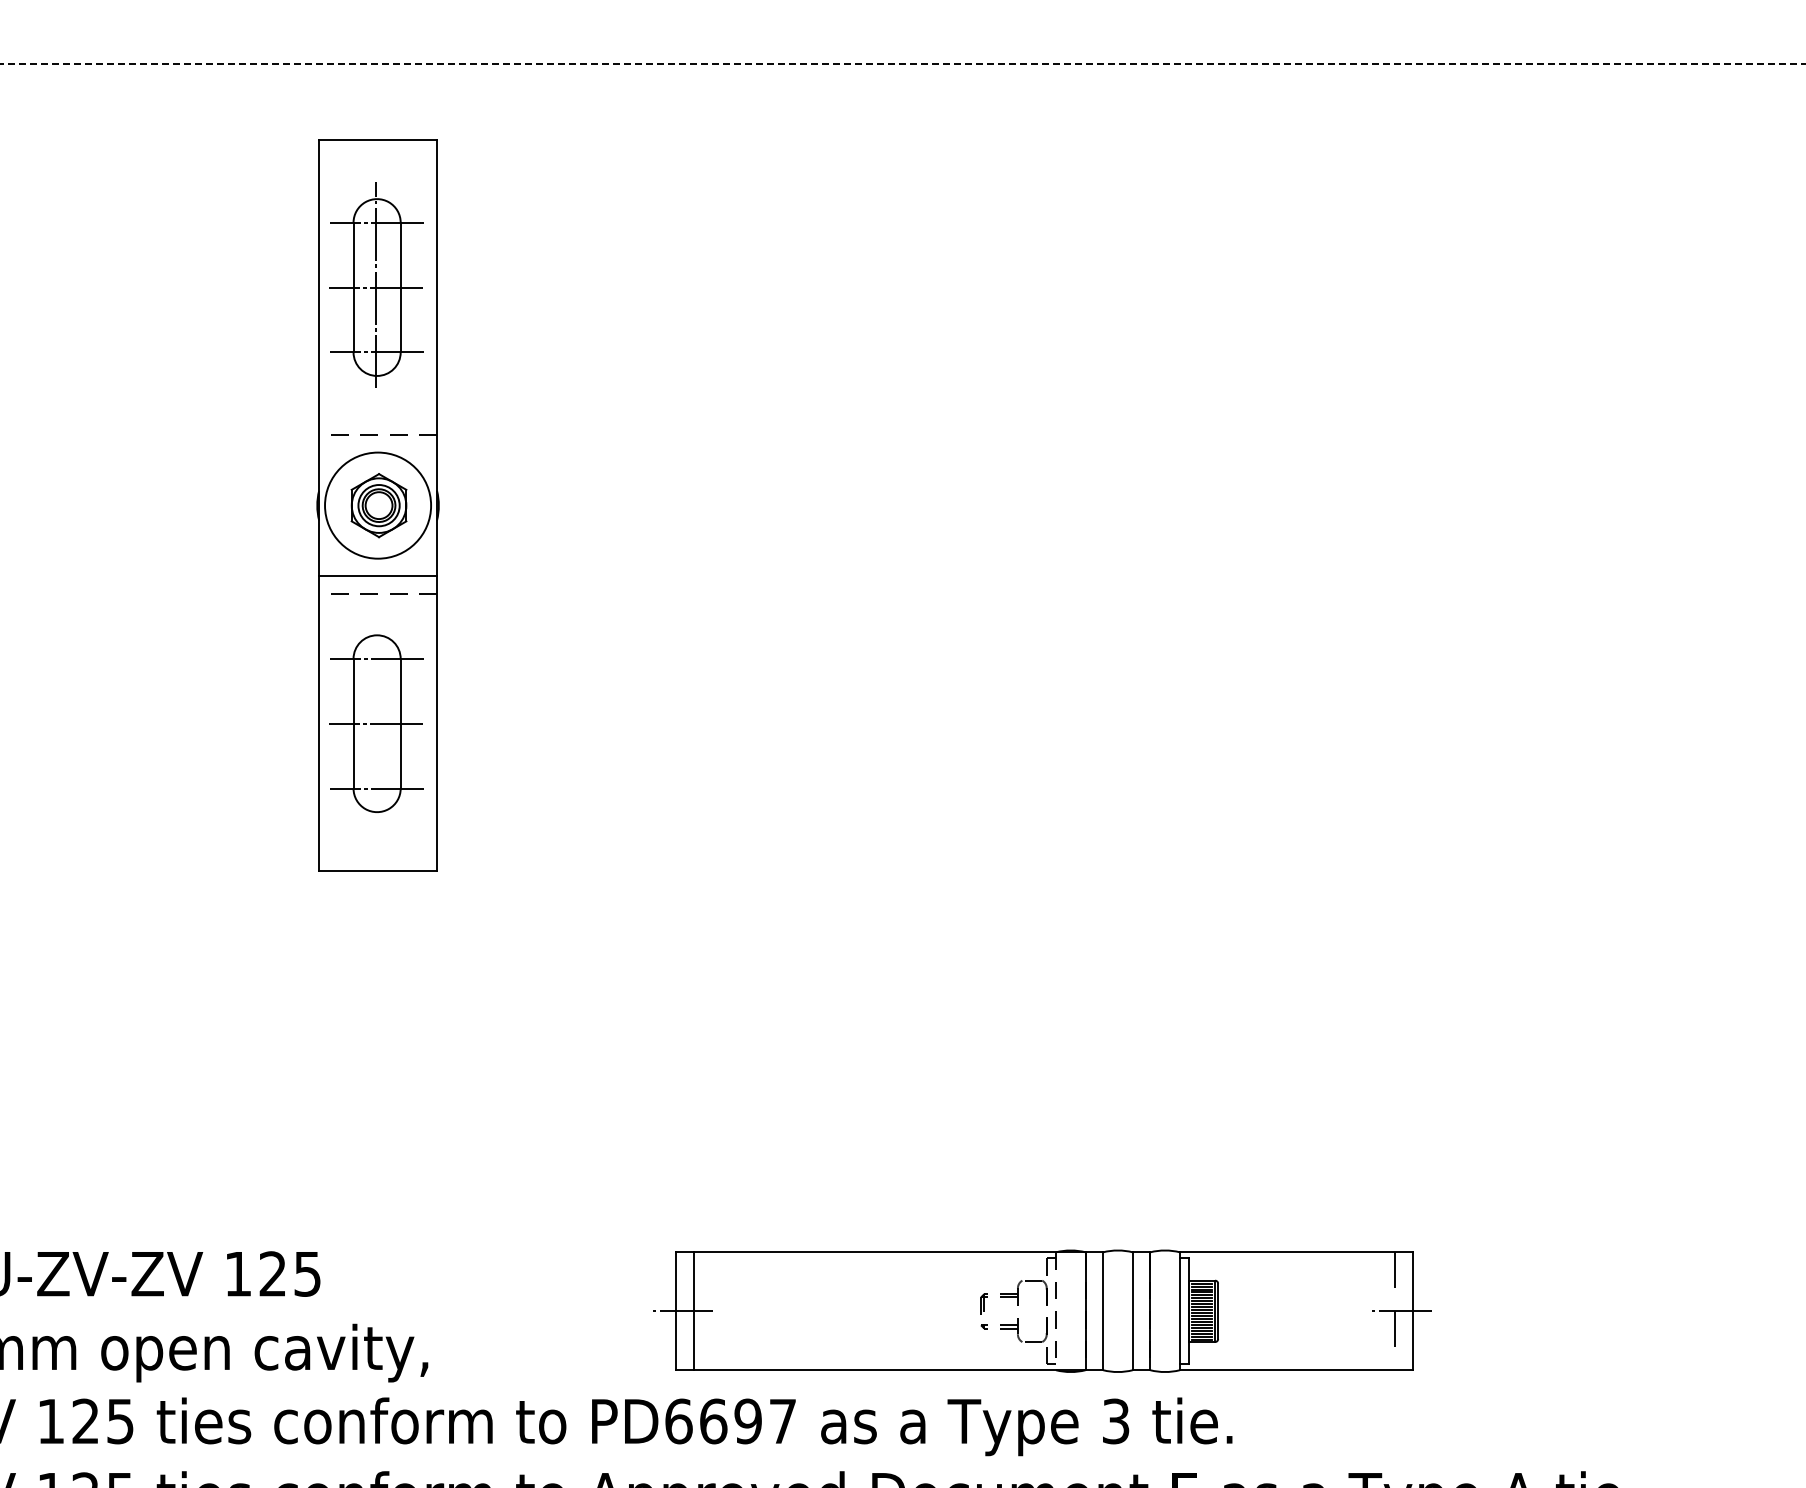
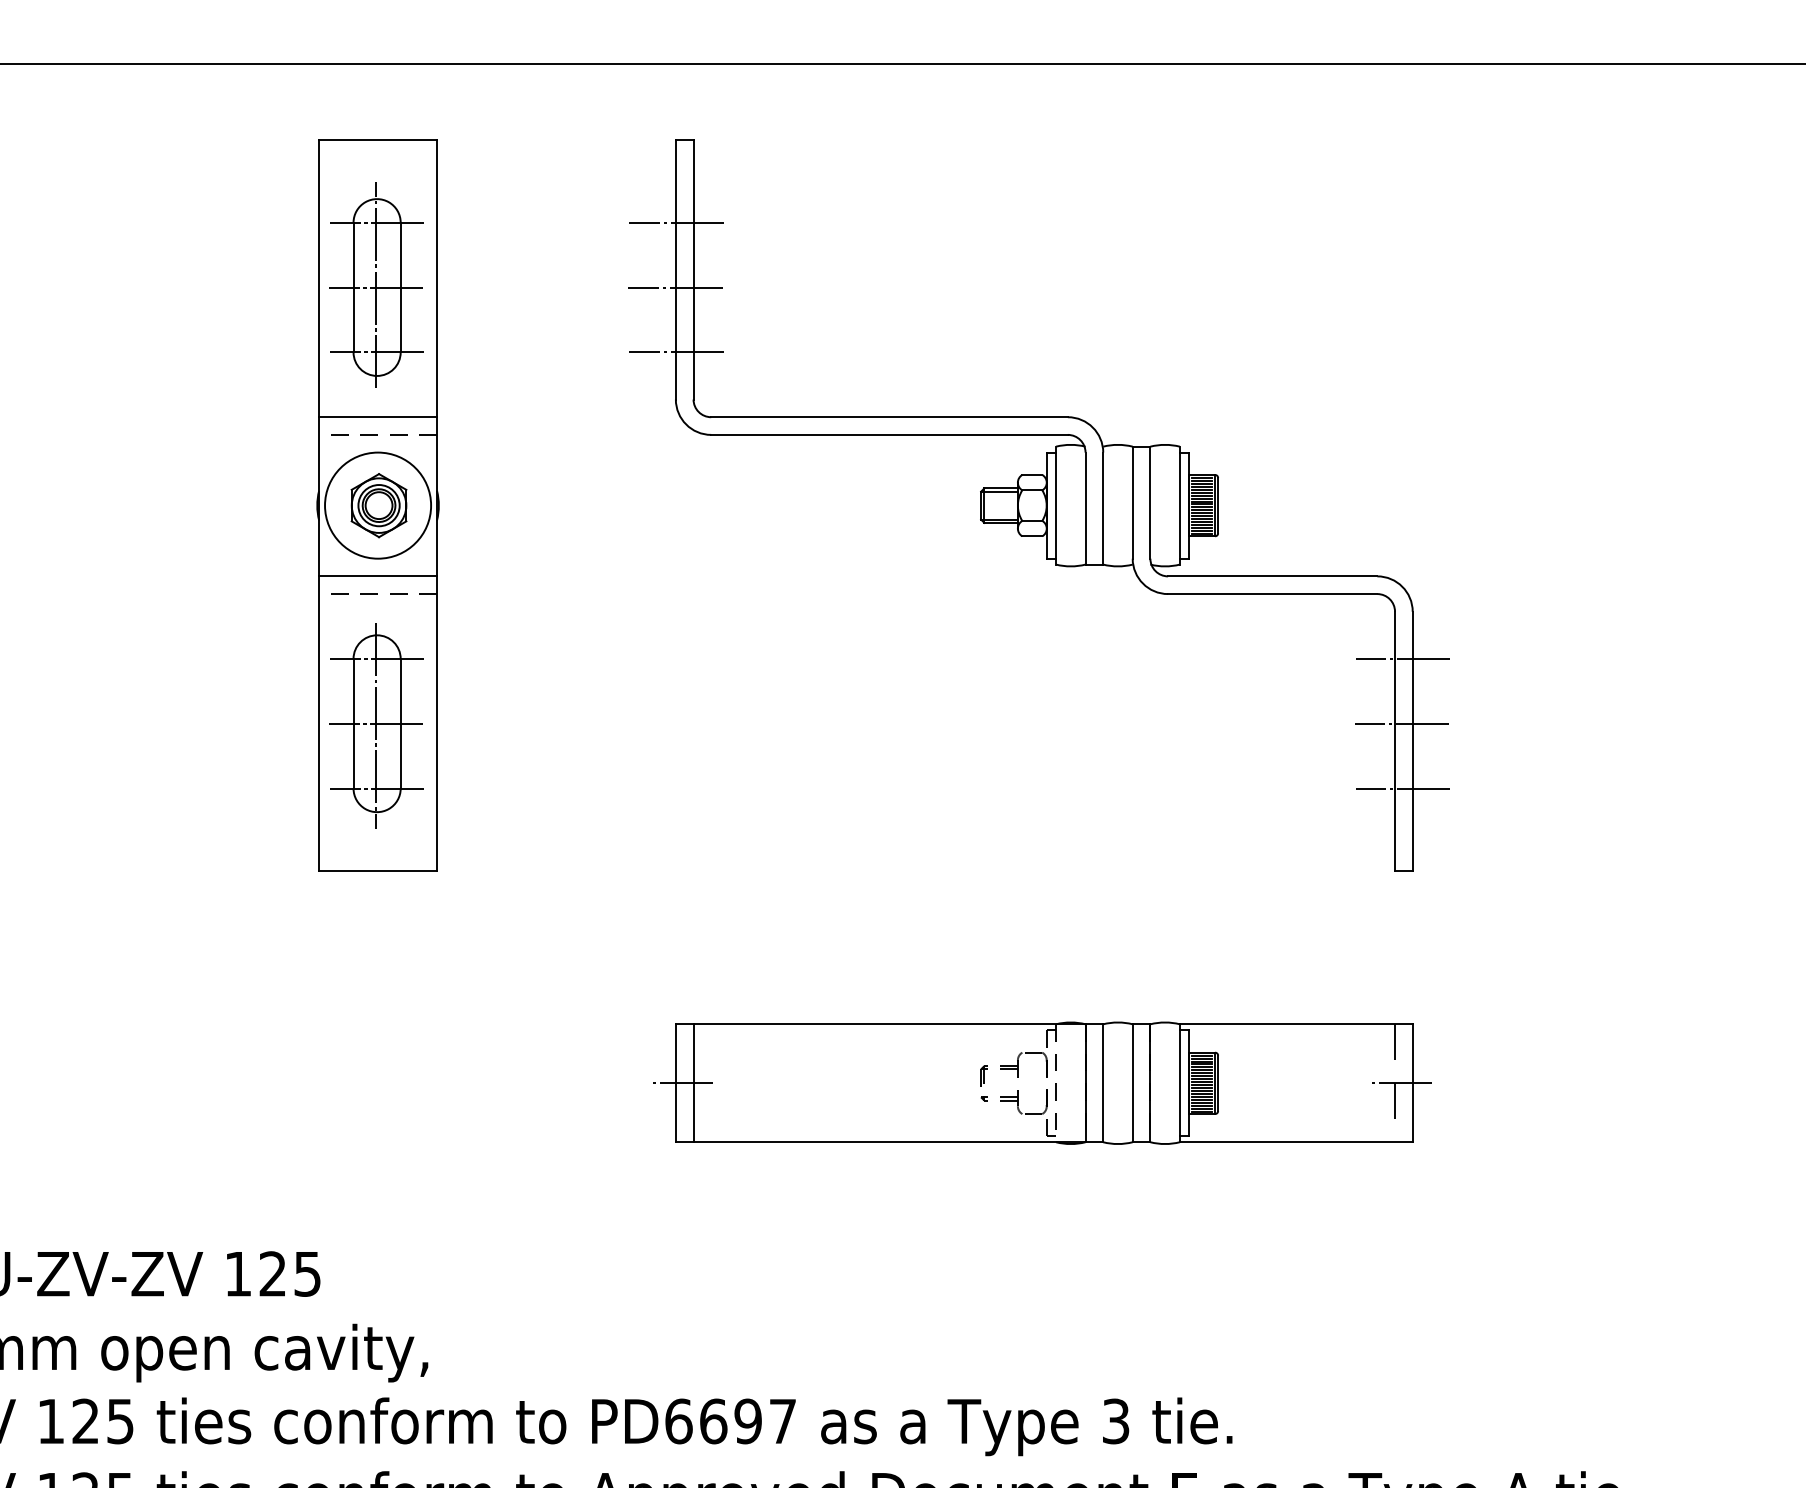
line at (903, 63): dashed -> solid
line at (378, 417): none -> present
part at (1038, 505): none -> present
line at (376, 725): none -> present
part at (1042, 1310) position: (1042, 1310) -> (1042, 1082)
